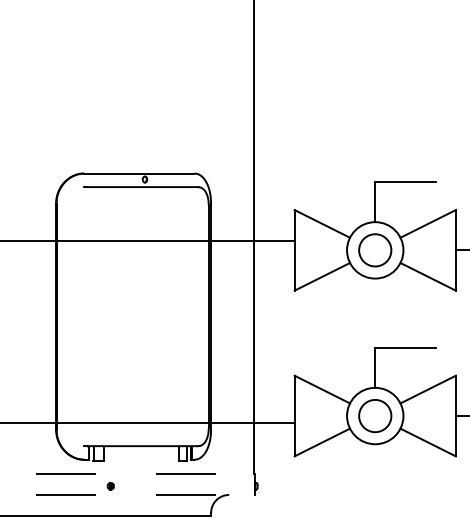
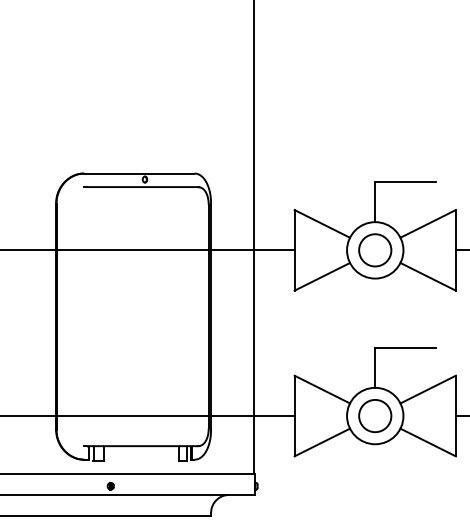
line at (148, 241) position: (148, 241) -> (148, 250)
line at (148, 423) position: (148, 423) -> (148, 416)
line at (127, 473): dashed -> solid
line at (127, 494): dashed -> solid
